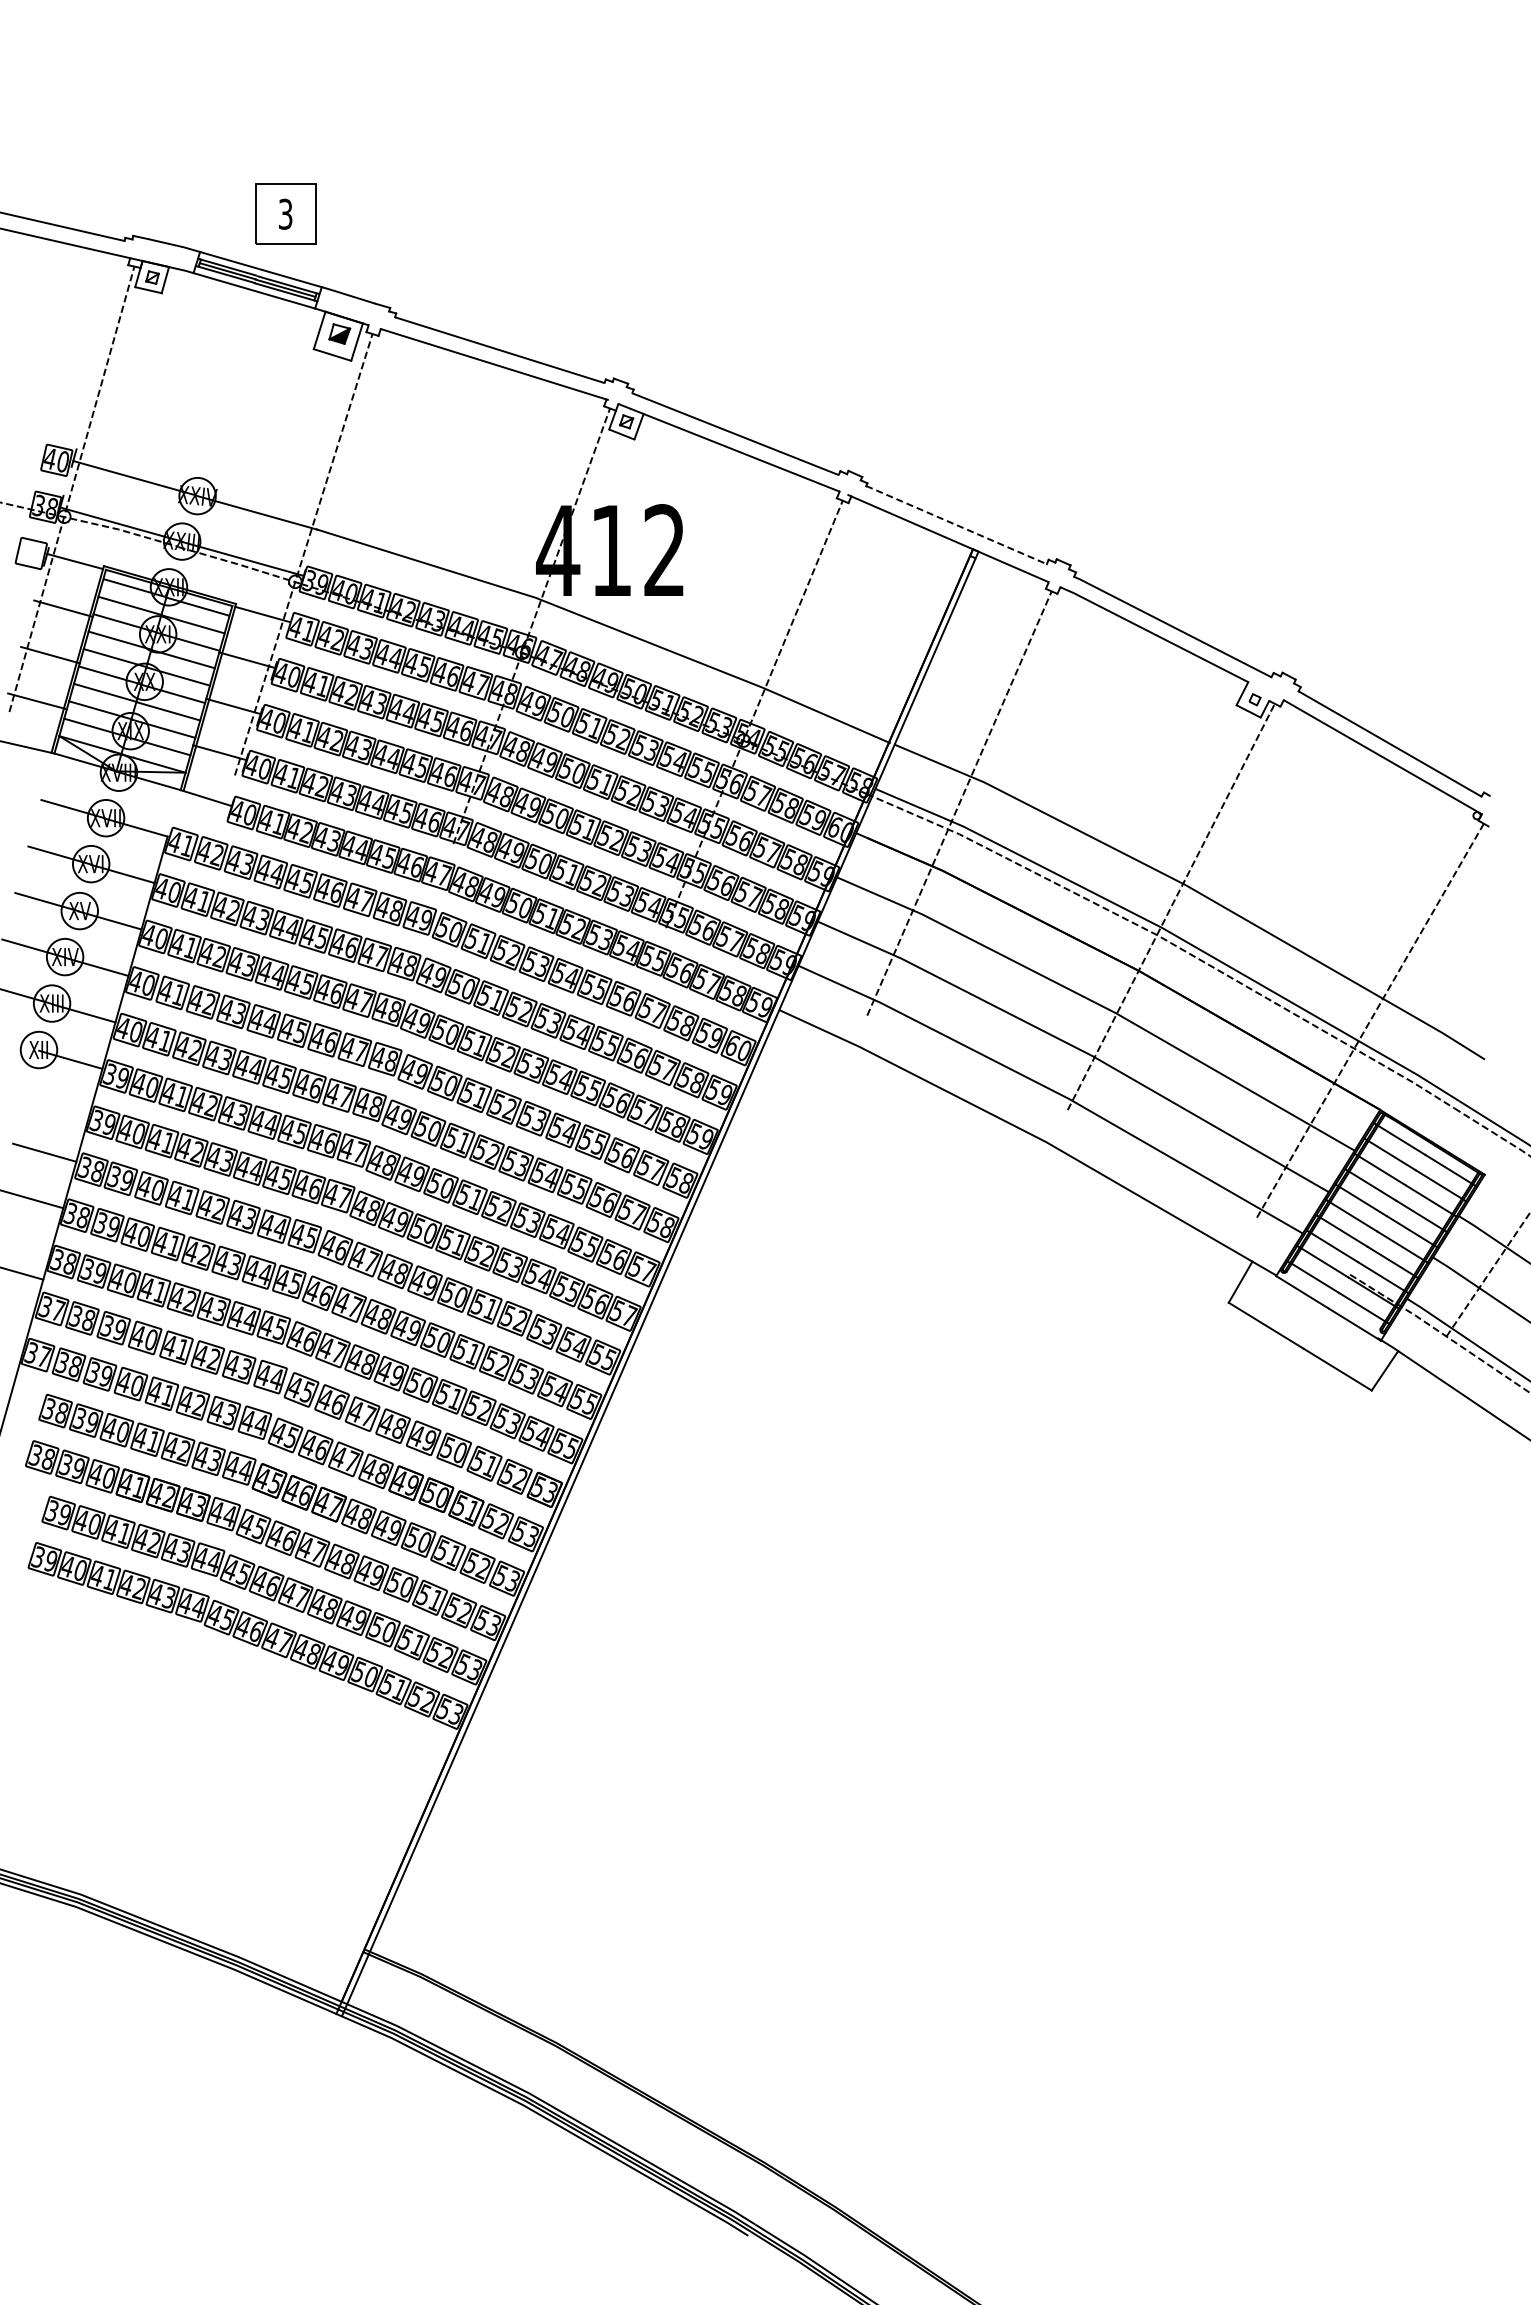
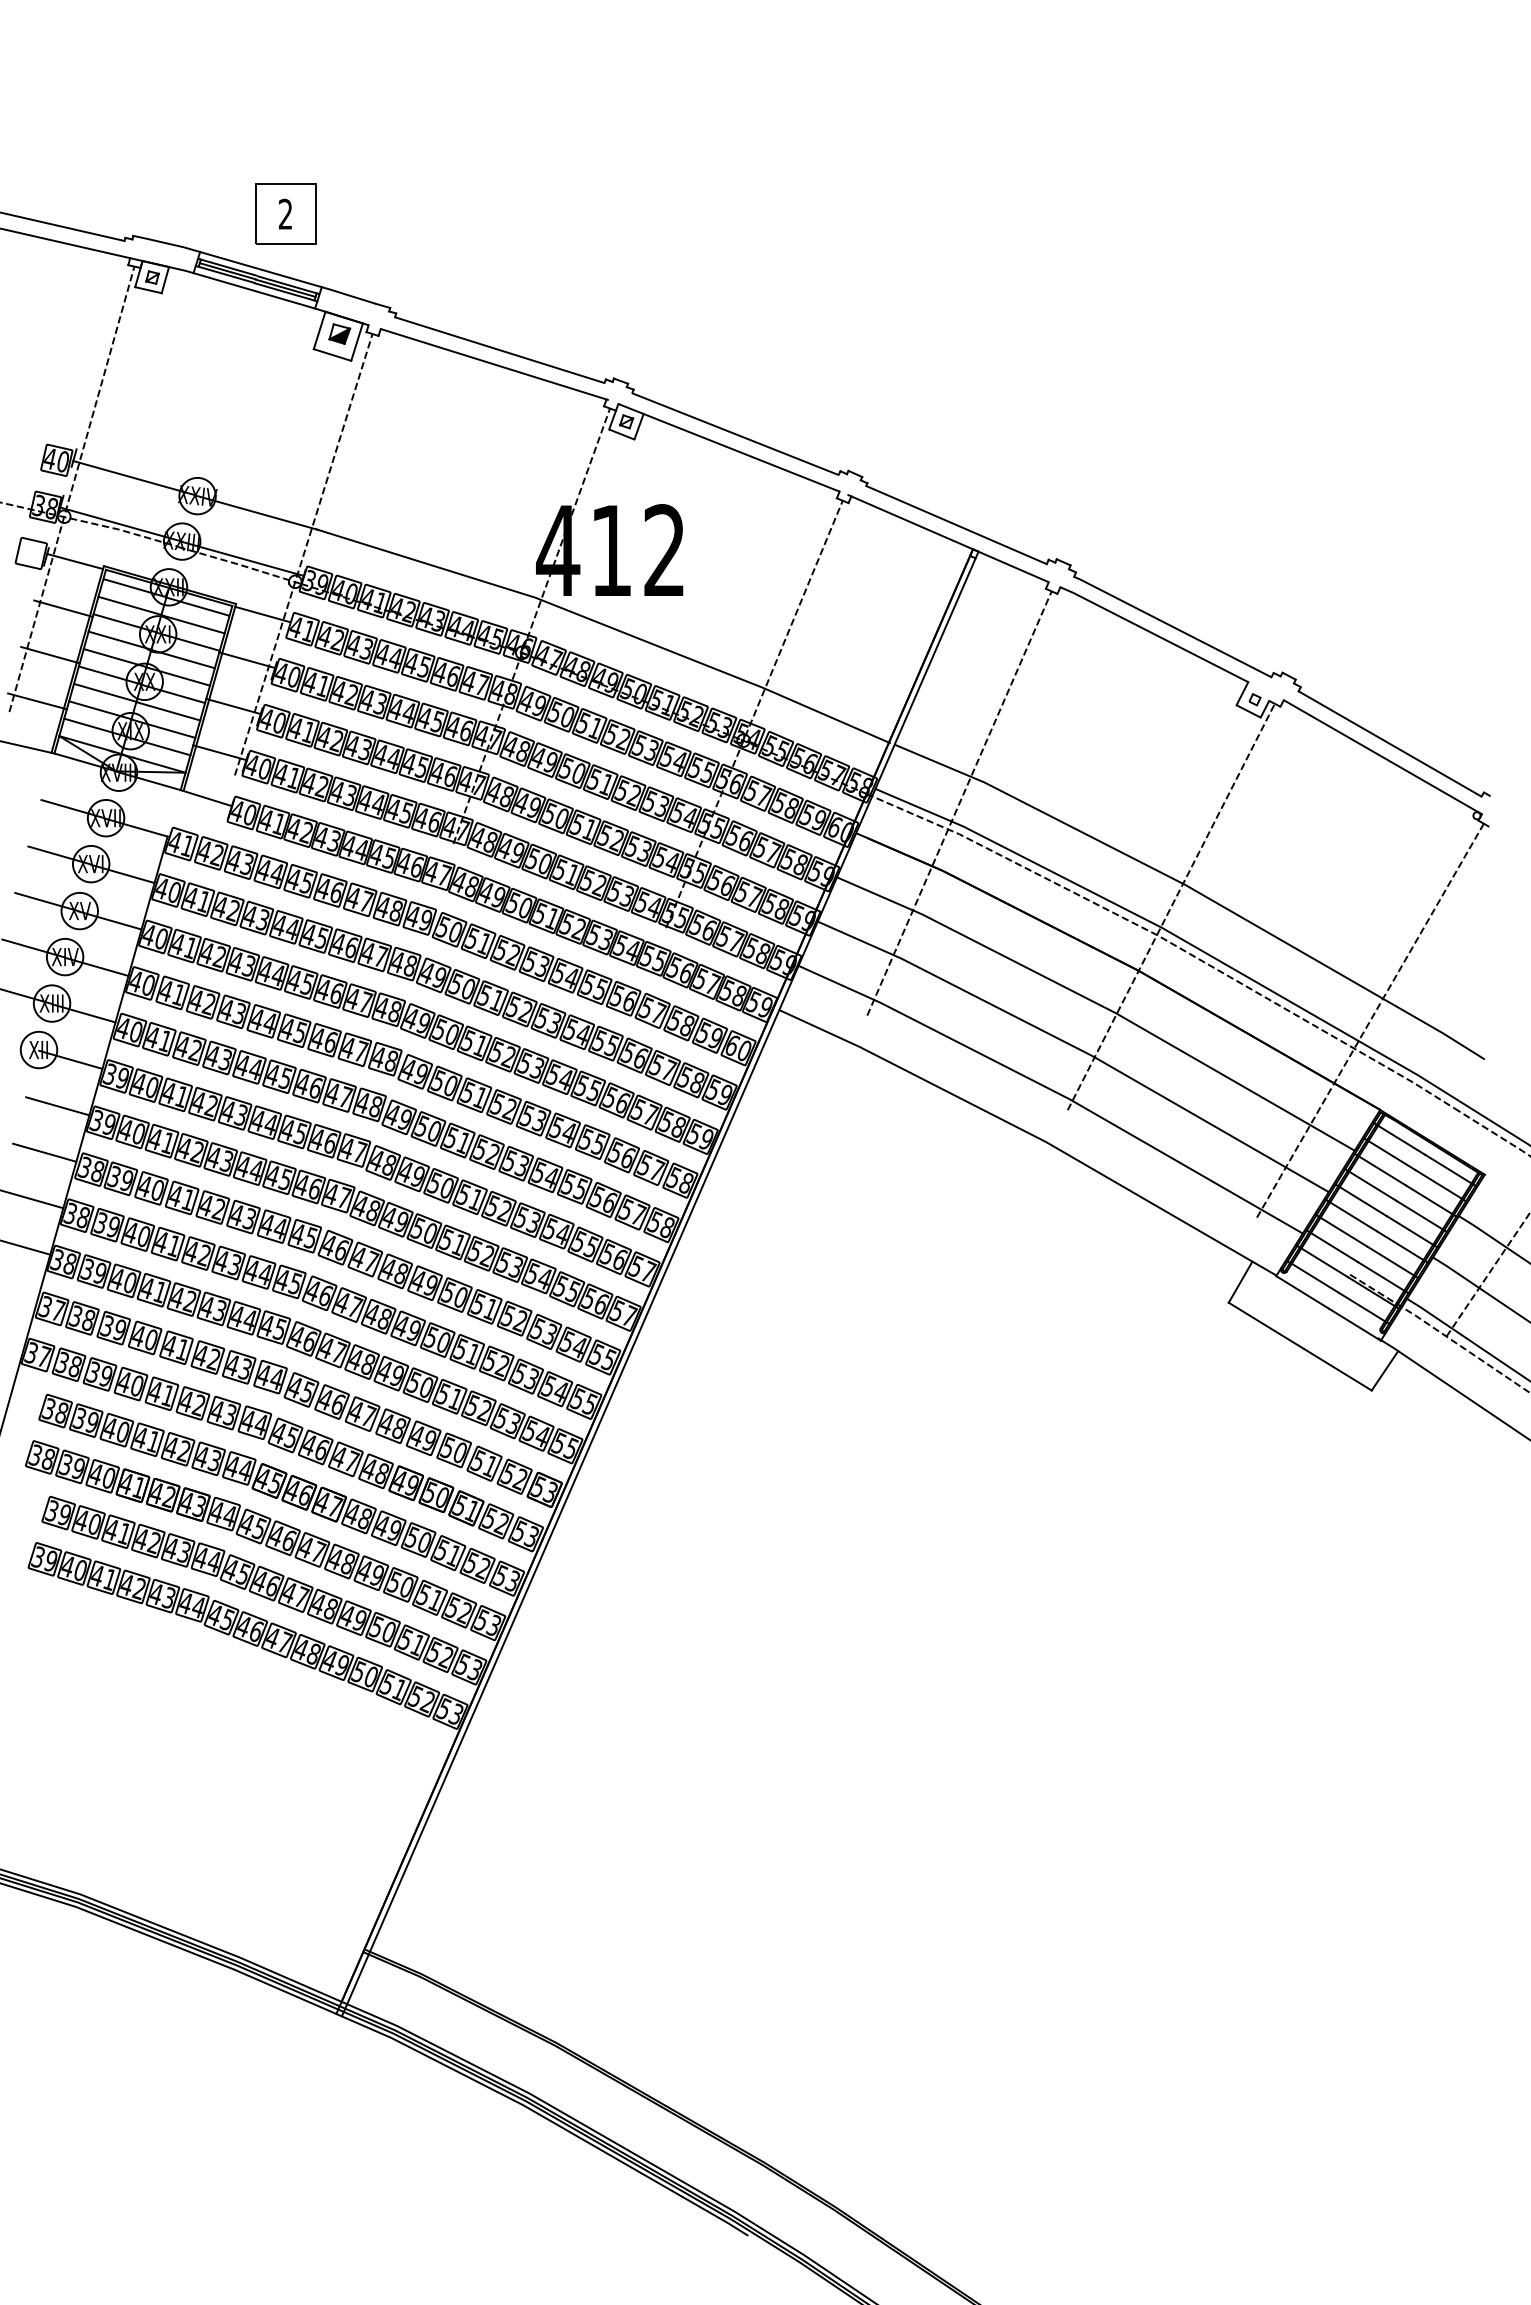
text at (285, 214): 3 -> 2
line at (956, 524): dashed -> solid
line at (57, 1106): none -> present
line at (22, 1273) position: (22, 1273) -> (26, 1247)
